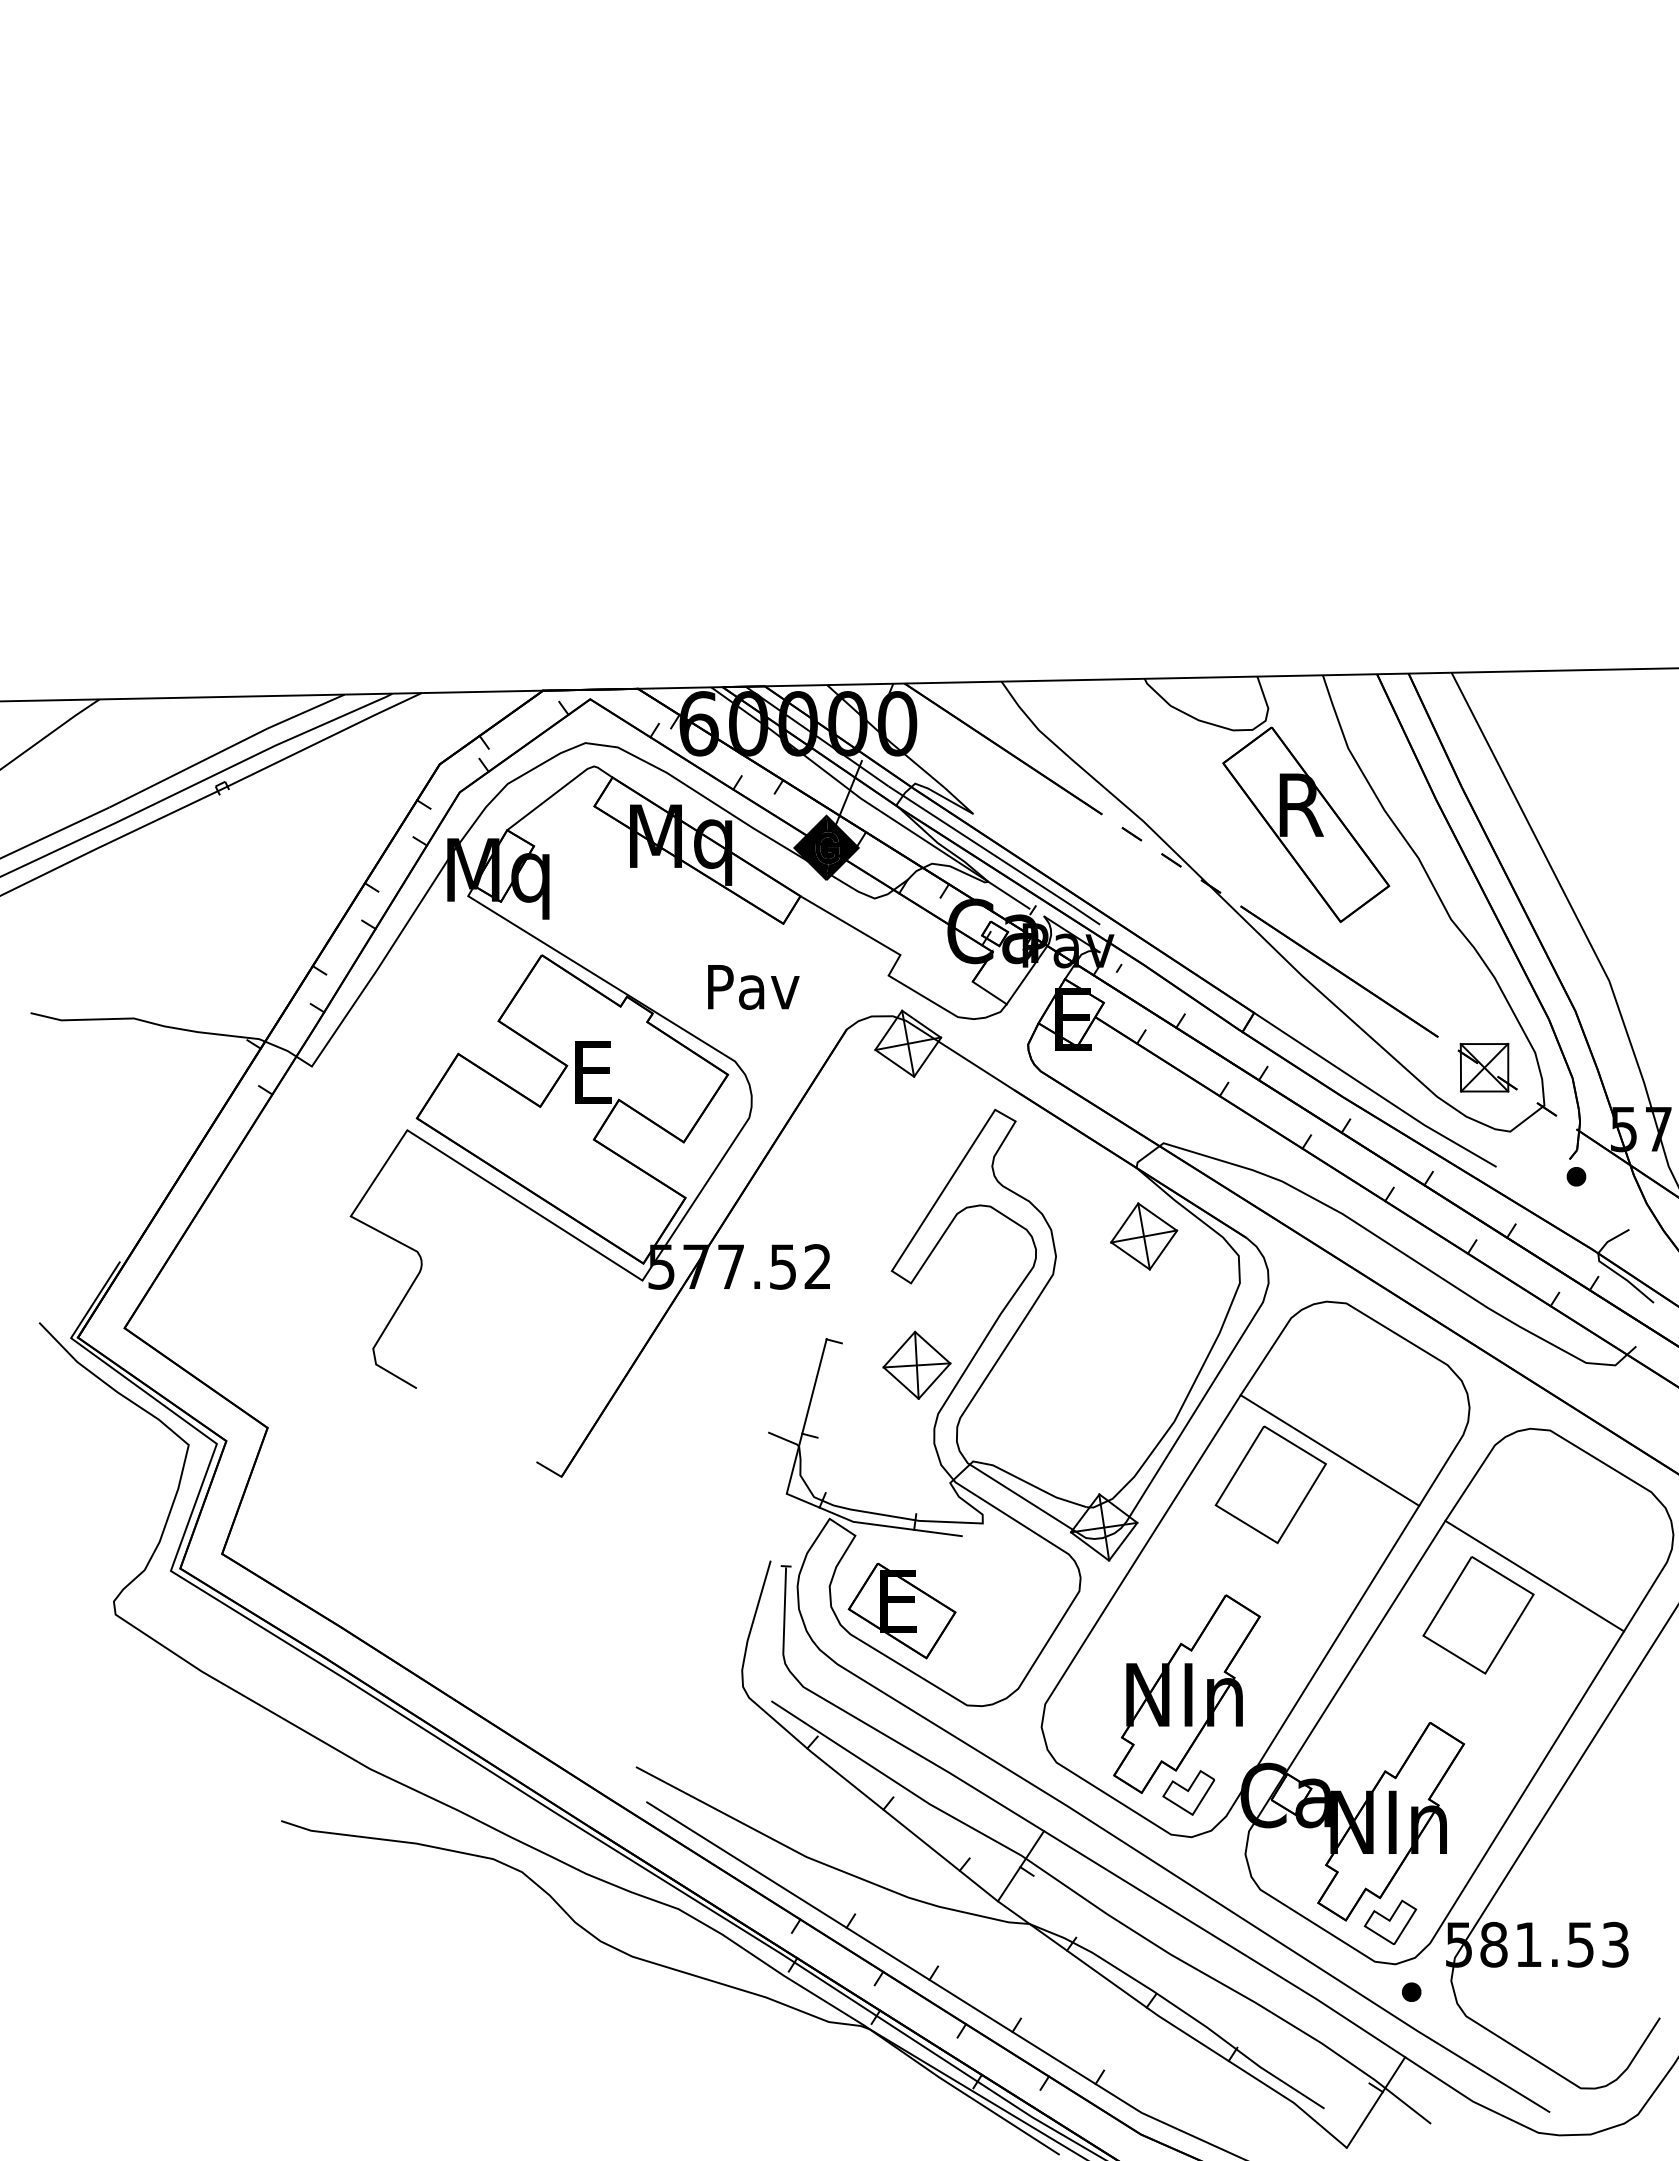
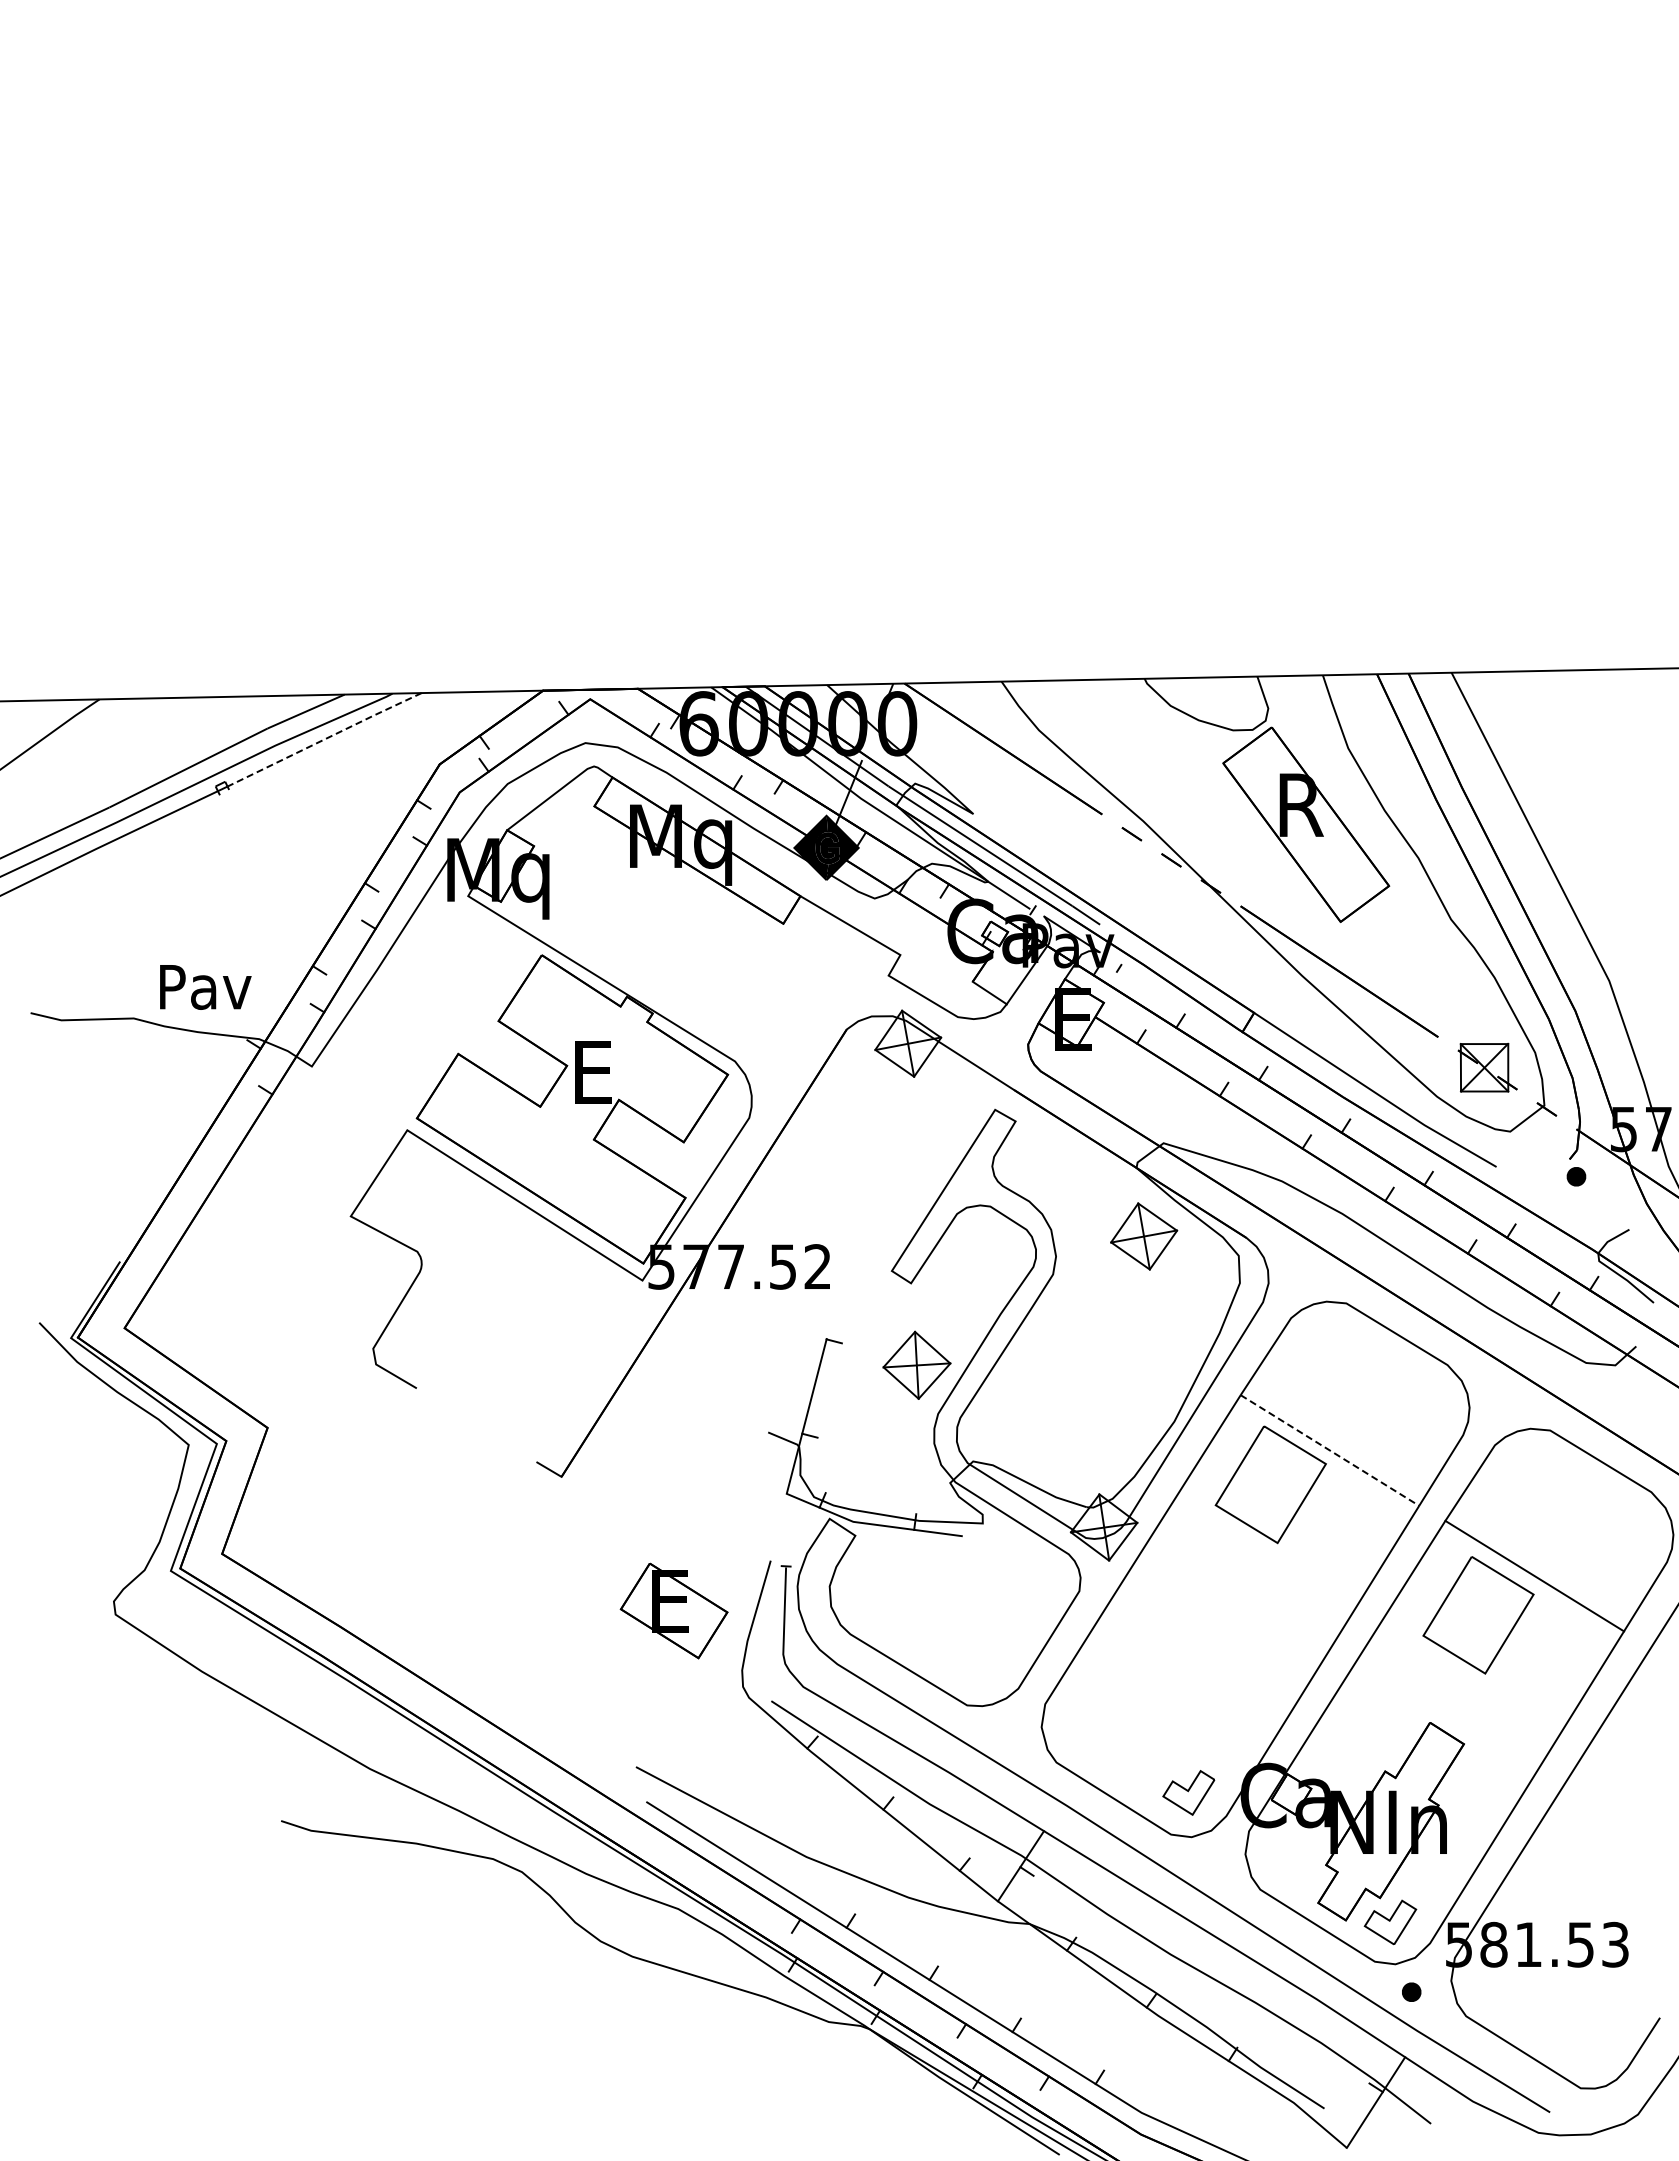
line at (324, 739): solid -> dashed
text at (753, 987) position: (753, 987) -> (205, 987)
line at (1330, 1450): solid -> dashed
part at (901, 1610) position: (901, 1610) -> (673, 1610)
part at (1186, 1693): present -> none
